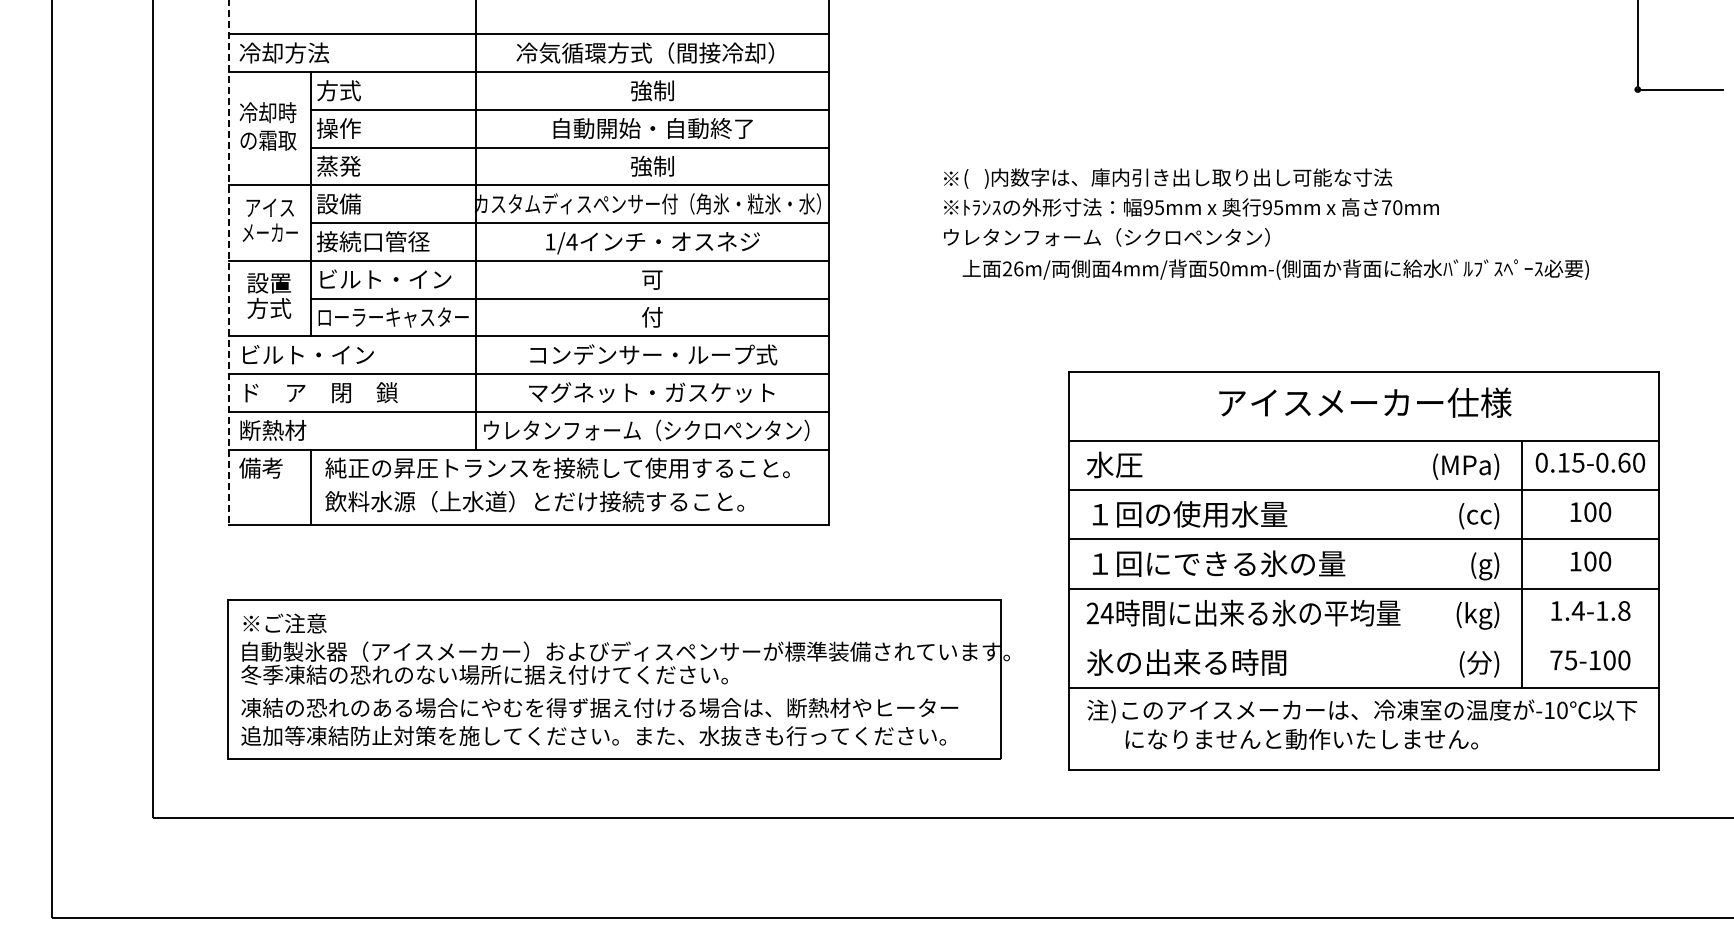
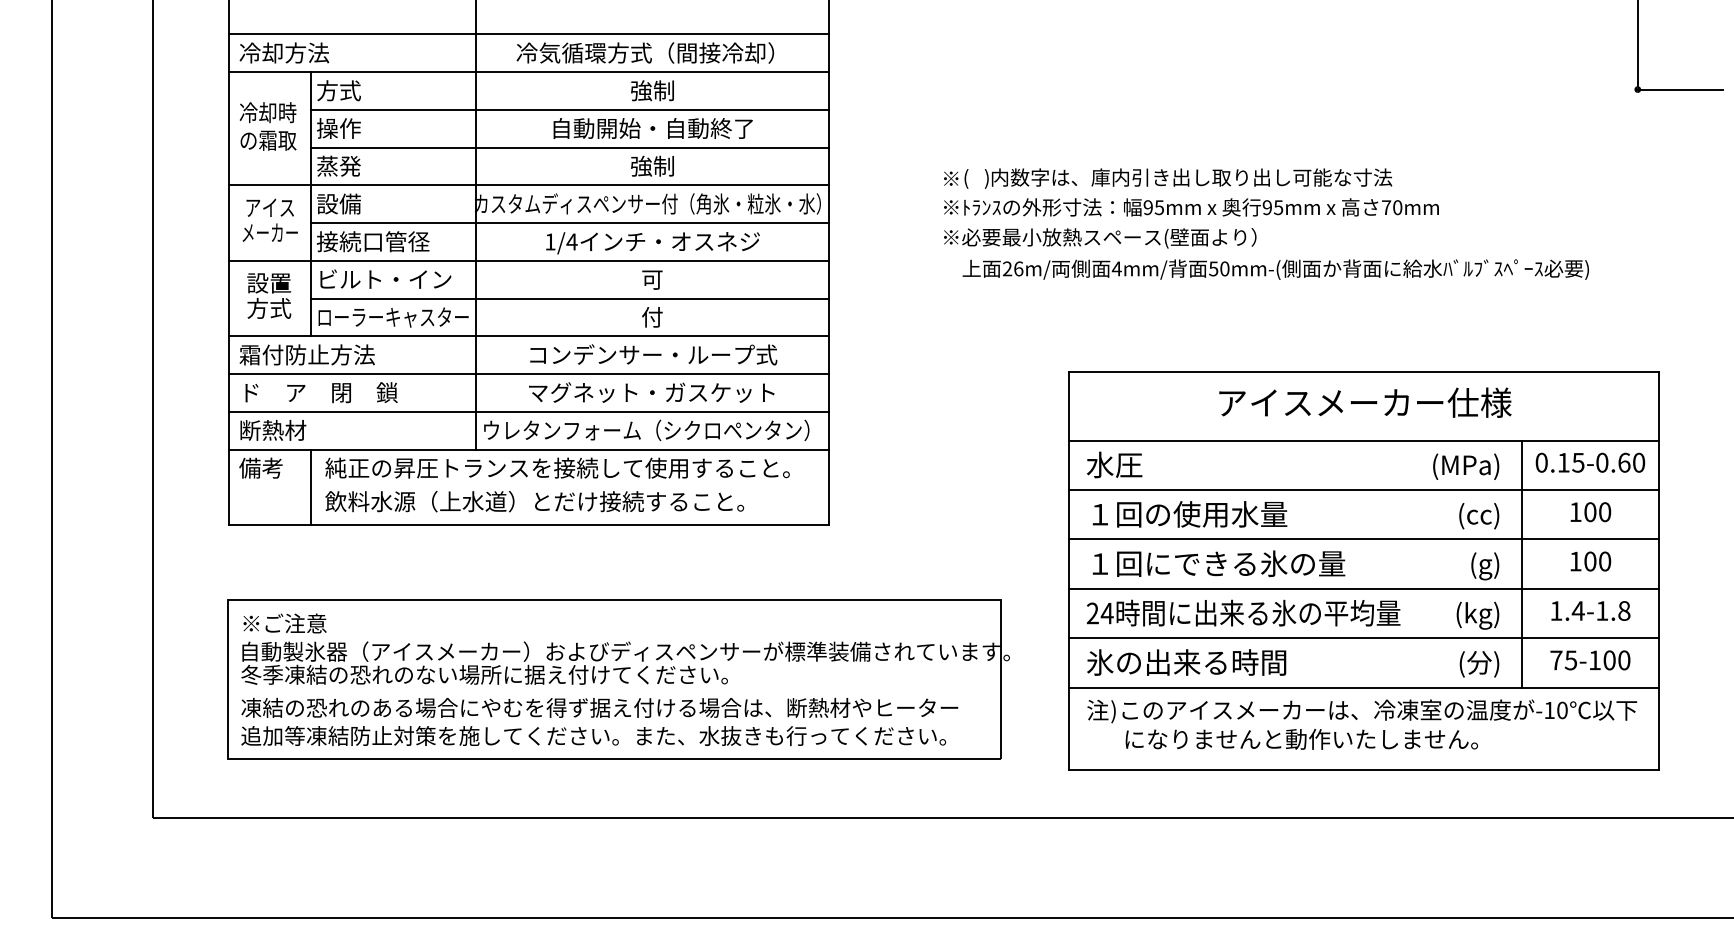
text at (1106, 238): ウレタンフォーム（シクロペンタン） -> ※必要最小放熱スペース(壁面より）
line at (228, 263): dashed -> solid
text at (306, 354): ビルト・イン -> 霜付防止方法
line at (1364, 638): none -> present
